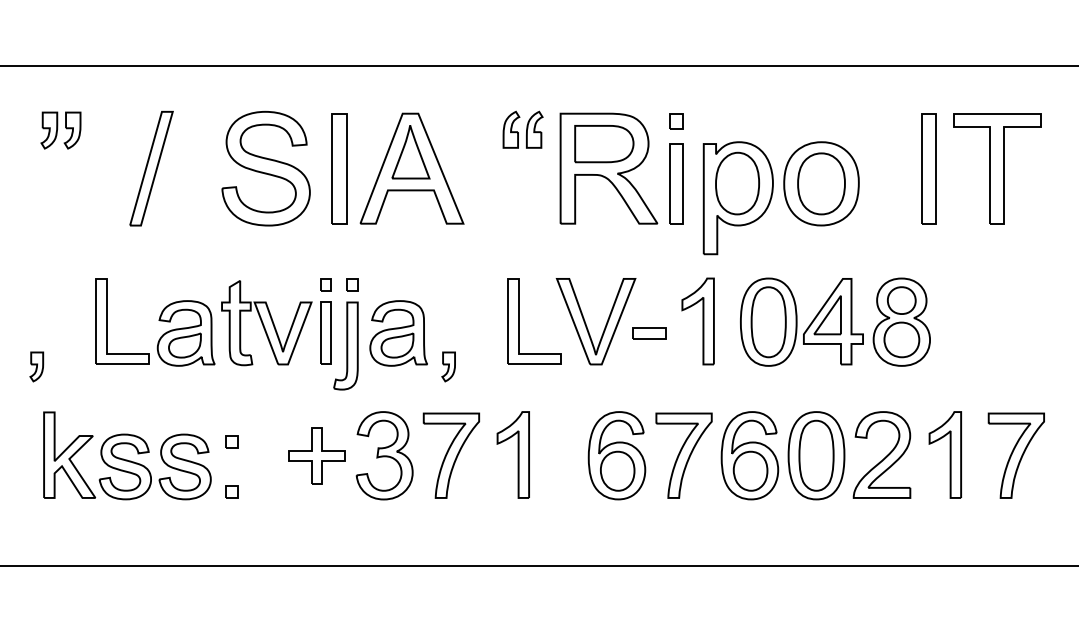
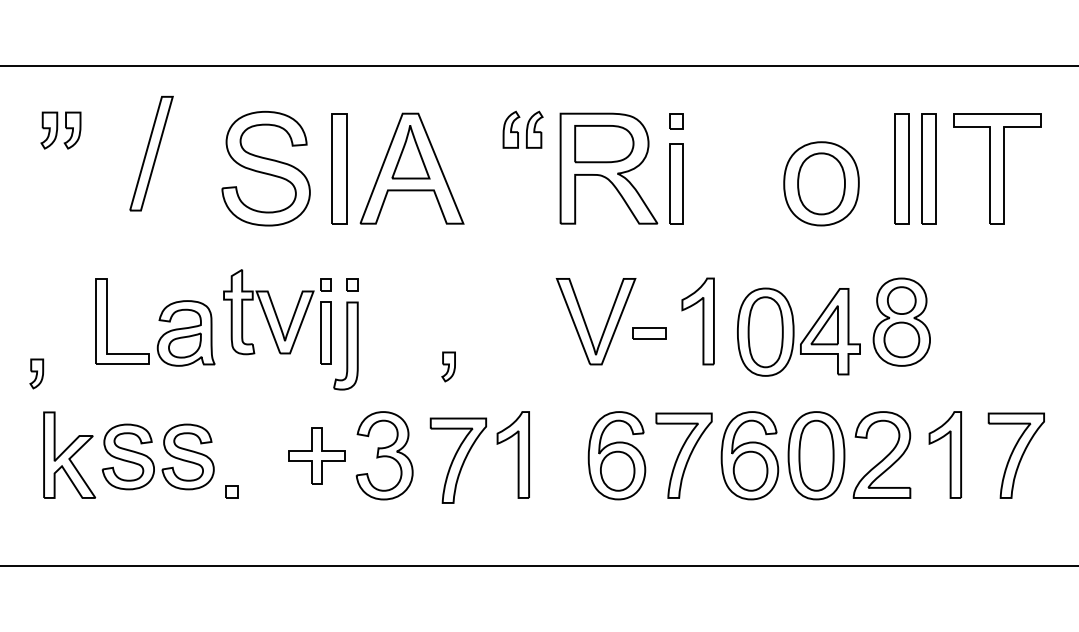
part at (151, 168) position: (151, 168) -> (151, 153)
part at (901, 168): none -> present
part at (737, 198): present -> none
part at (519, 321): present -> none
part at (801, 321) position: (801, 321) -> (798, 331)
part at (266, 323) position: (266, 323) -> (268, 312)
part at (398, 333): present -> none
part at (36, 366) position: (36, 366) -> (36, 373)
part at (231, 441): present -> none
part at (451, 455) position: (451, 455) -> (458, 460)
part at (148, 468) position: (148, 468) -> (151, 458)
